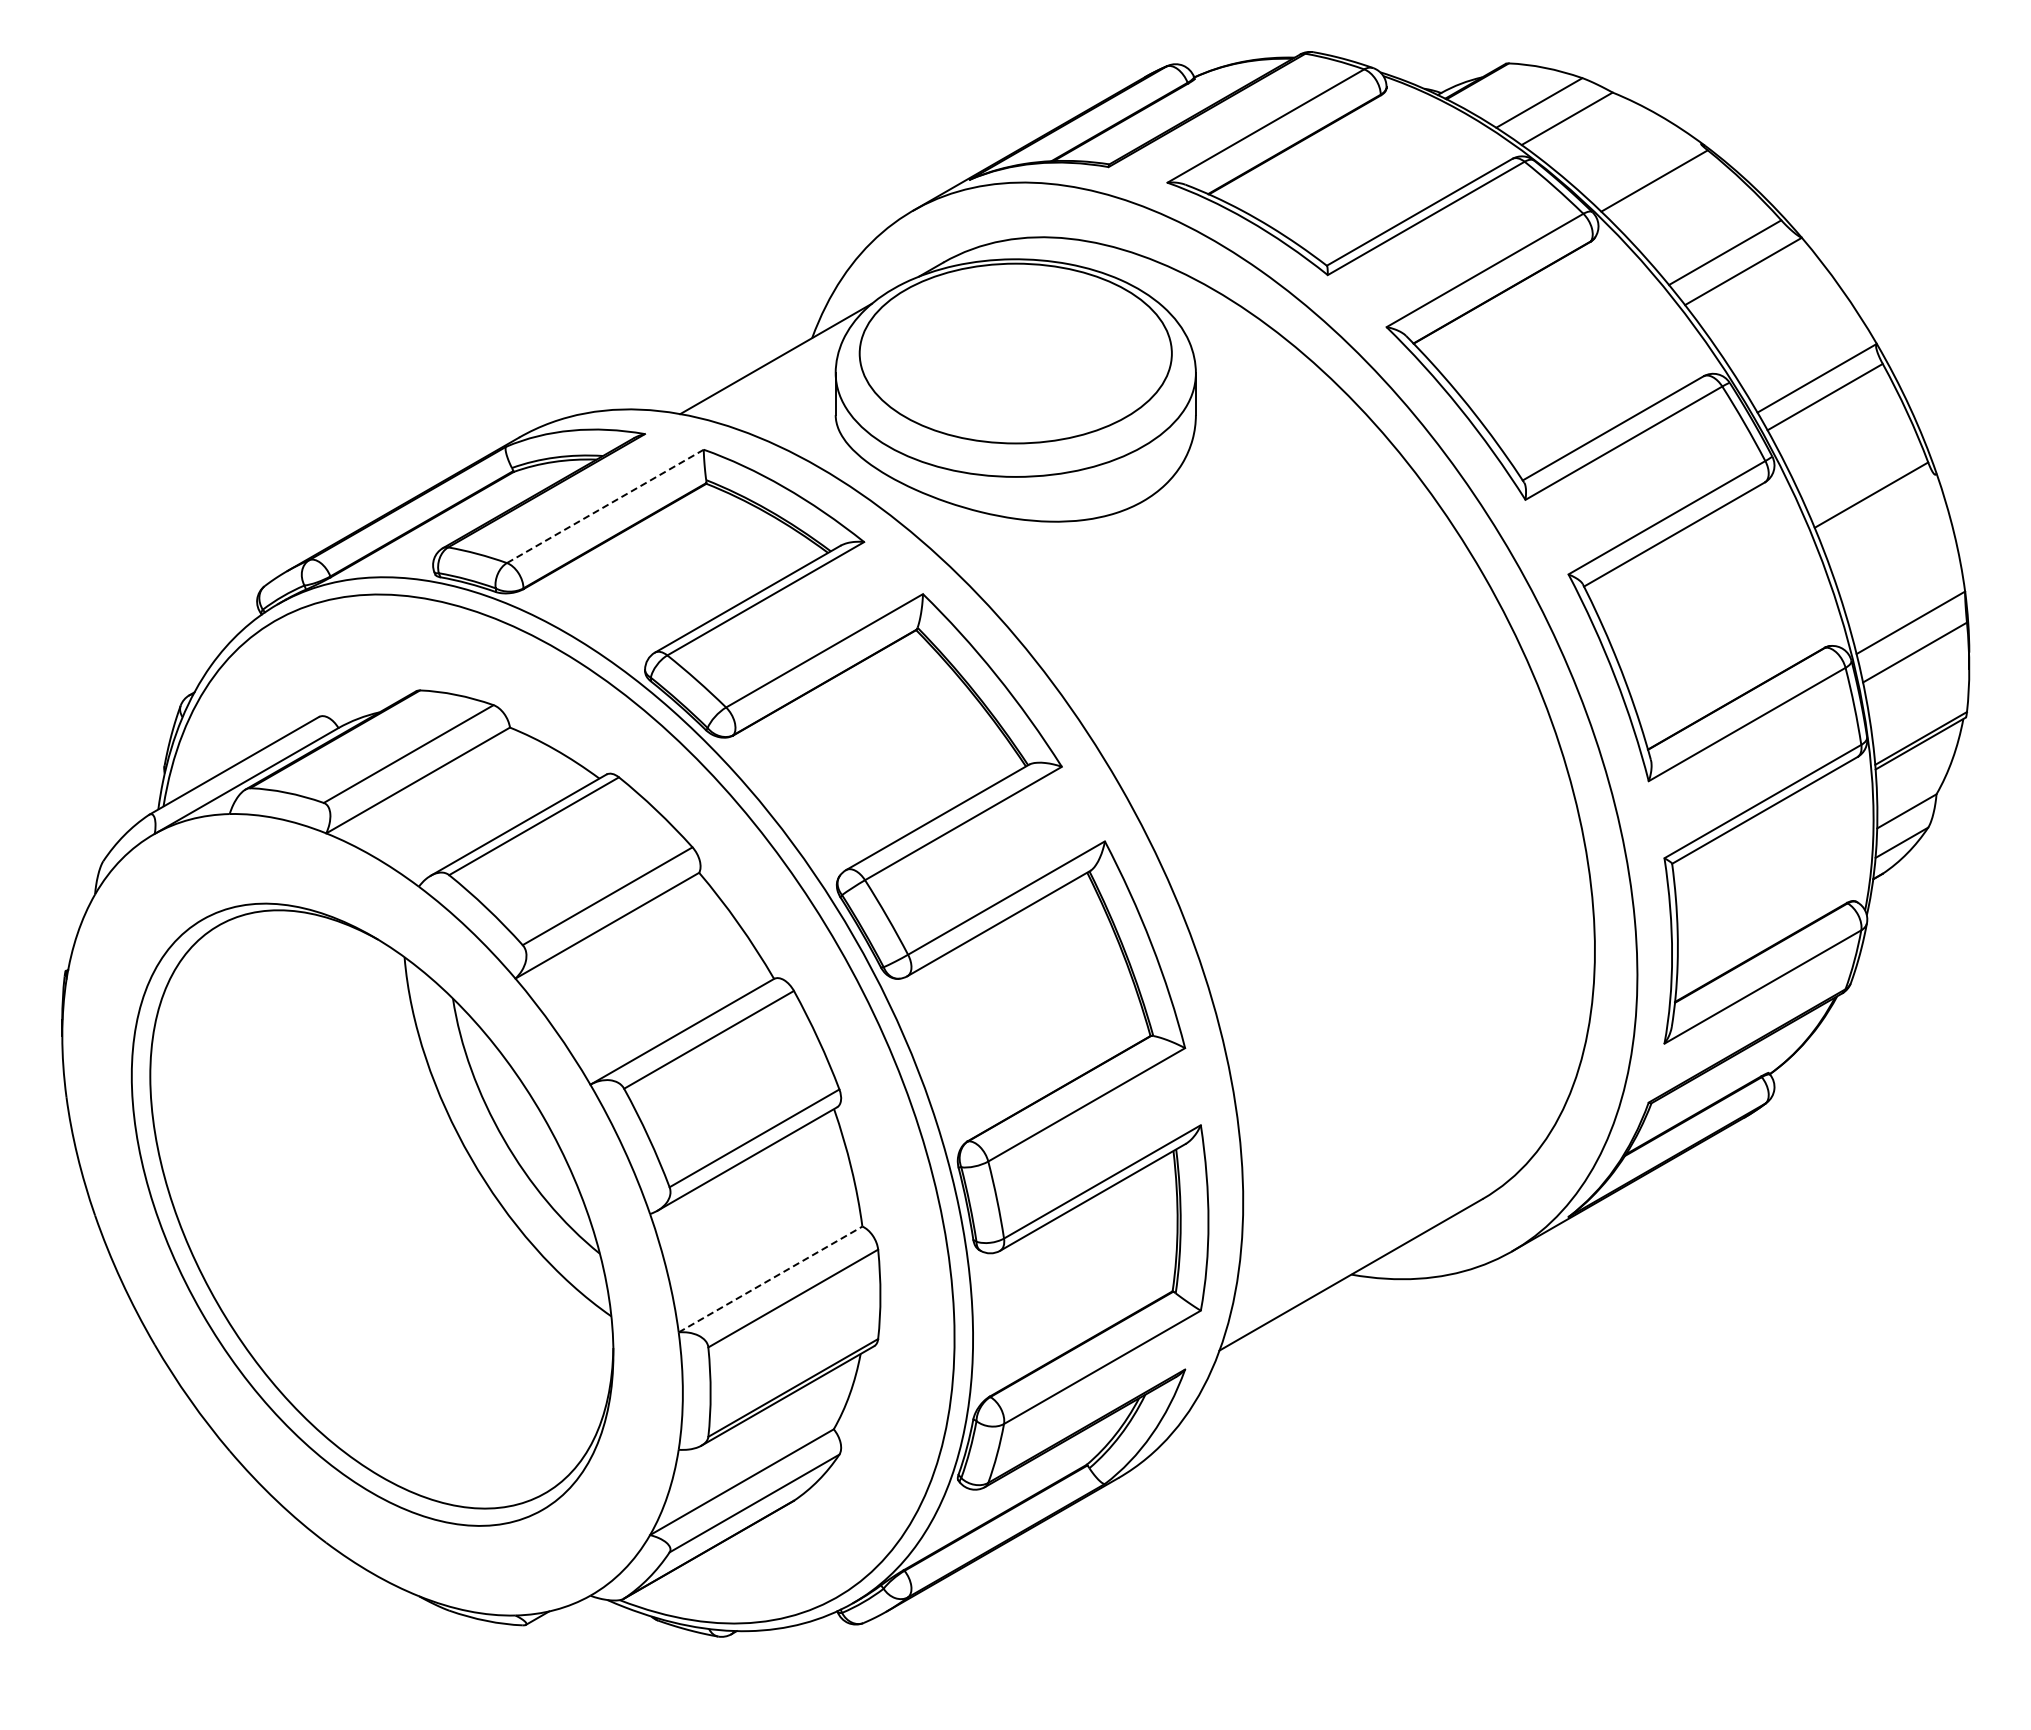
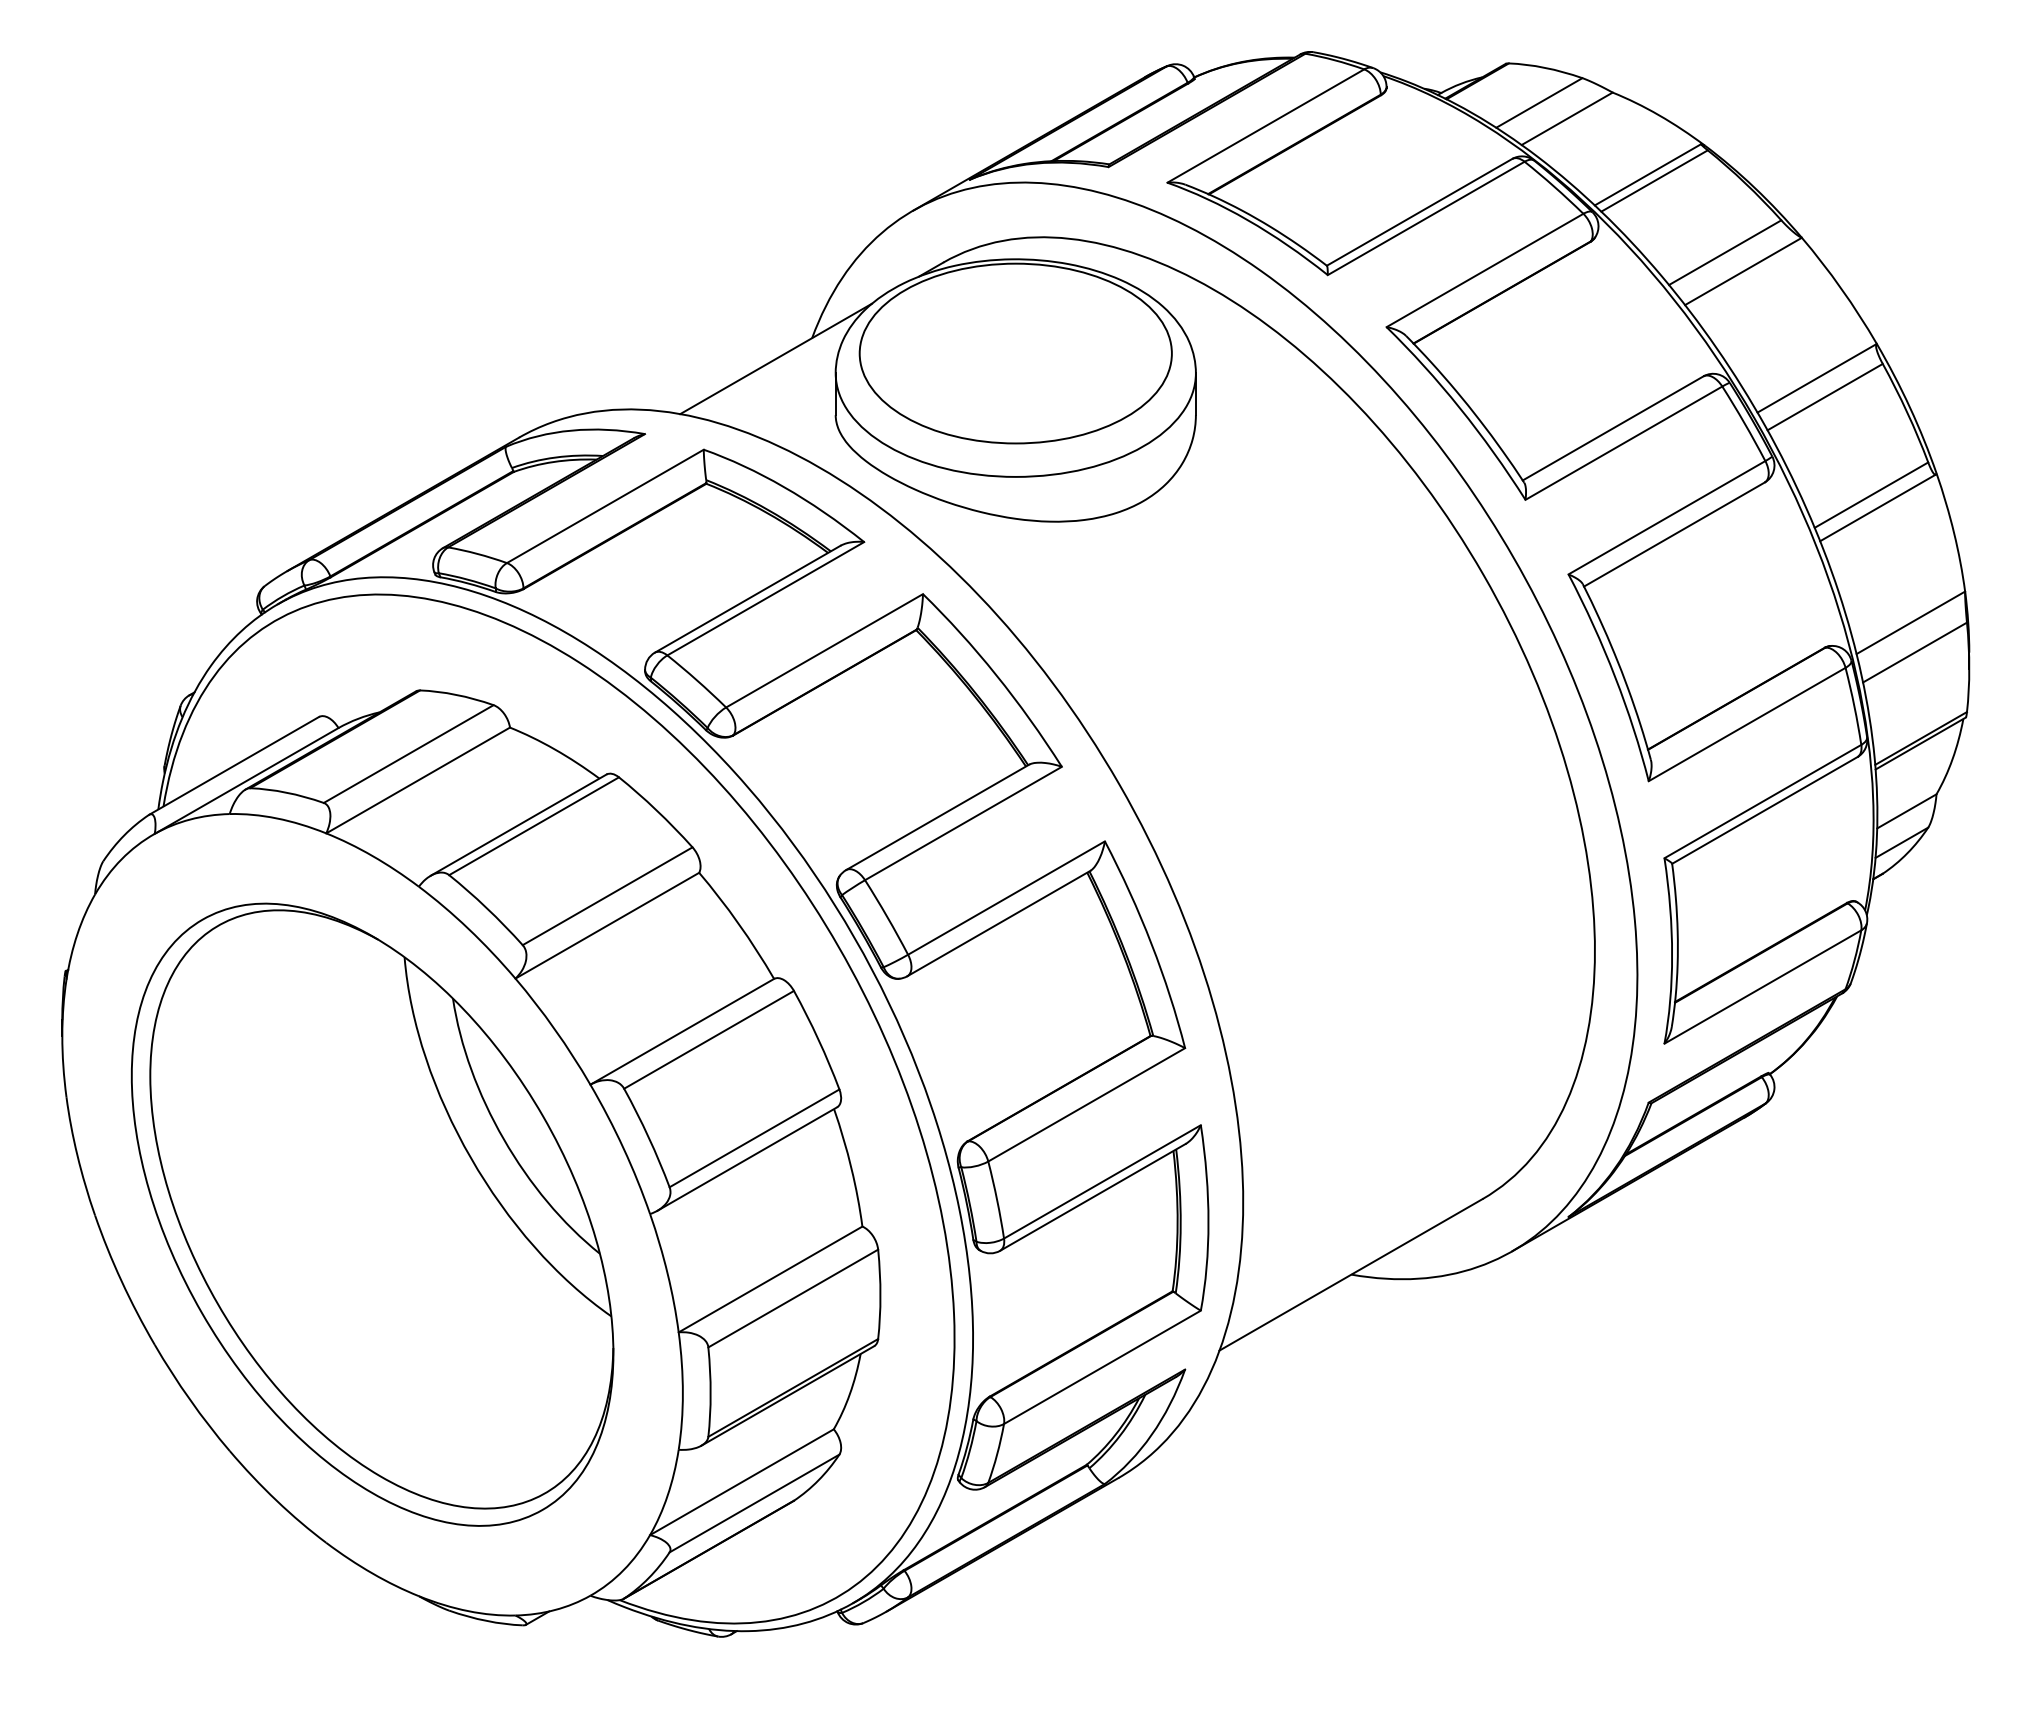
line at (1647, 174): none -> present
line at (605, 506): dashed -> solid
line at (1877, 507): none -> present
line at (770, 1279): dashed -> solid
